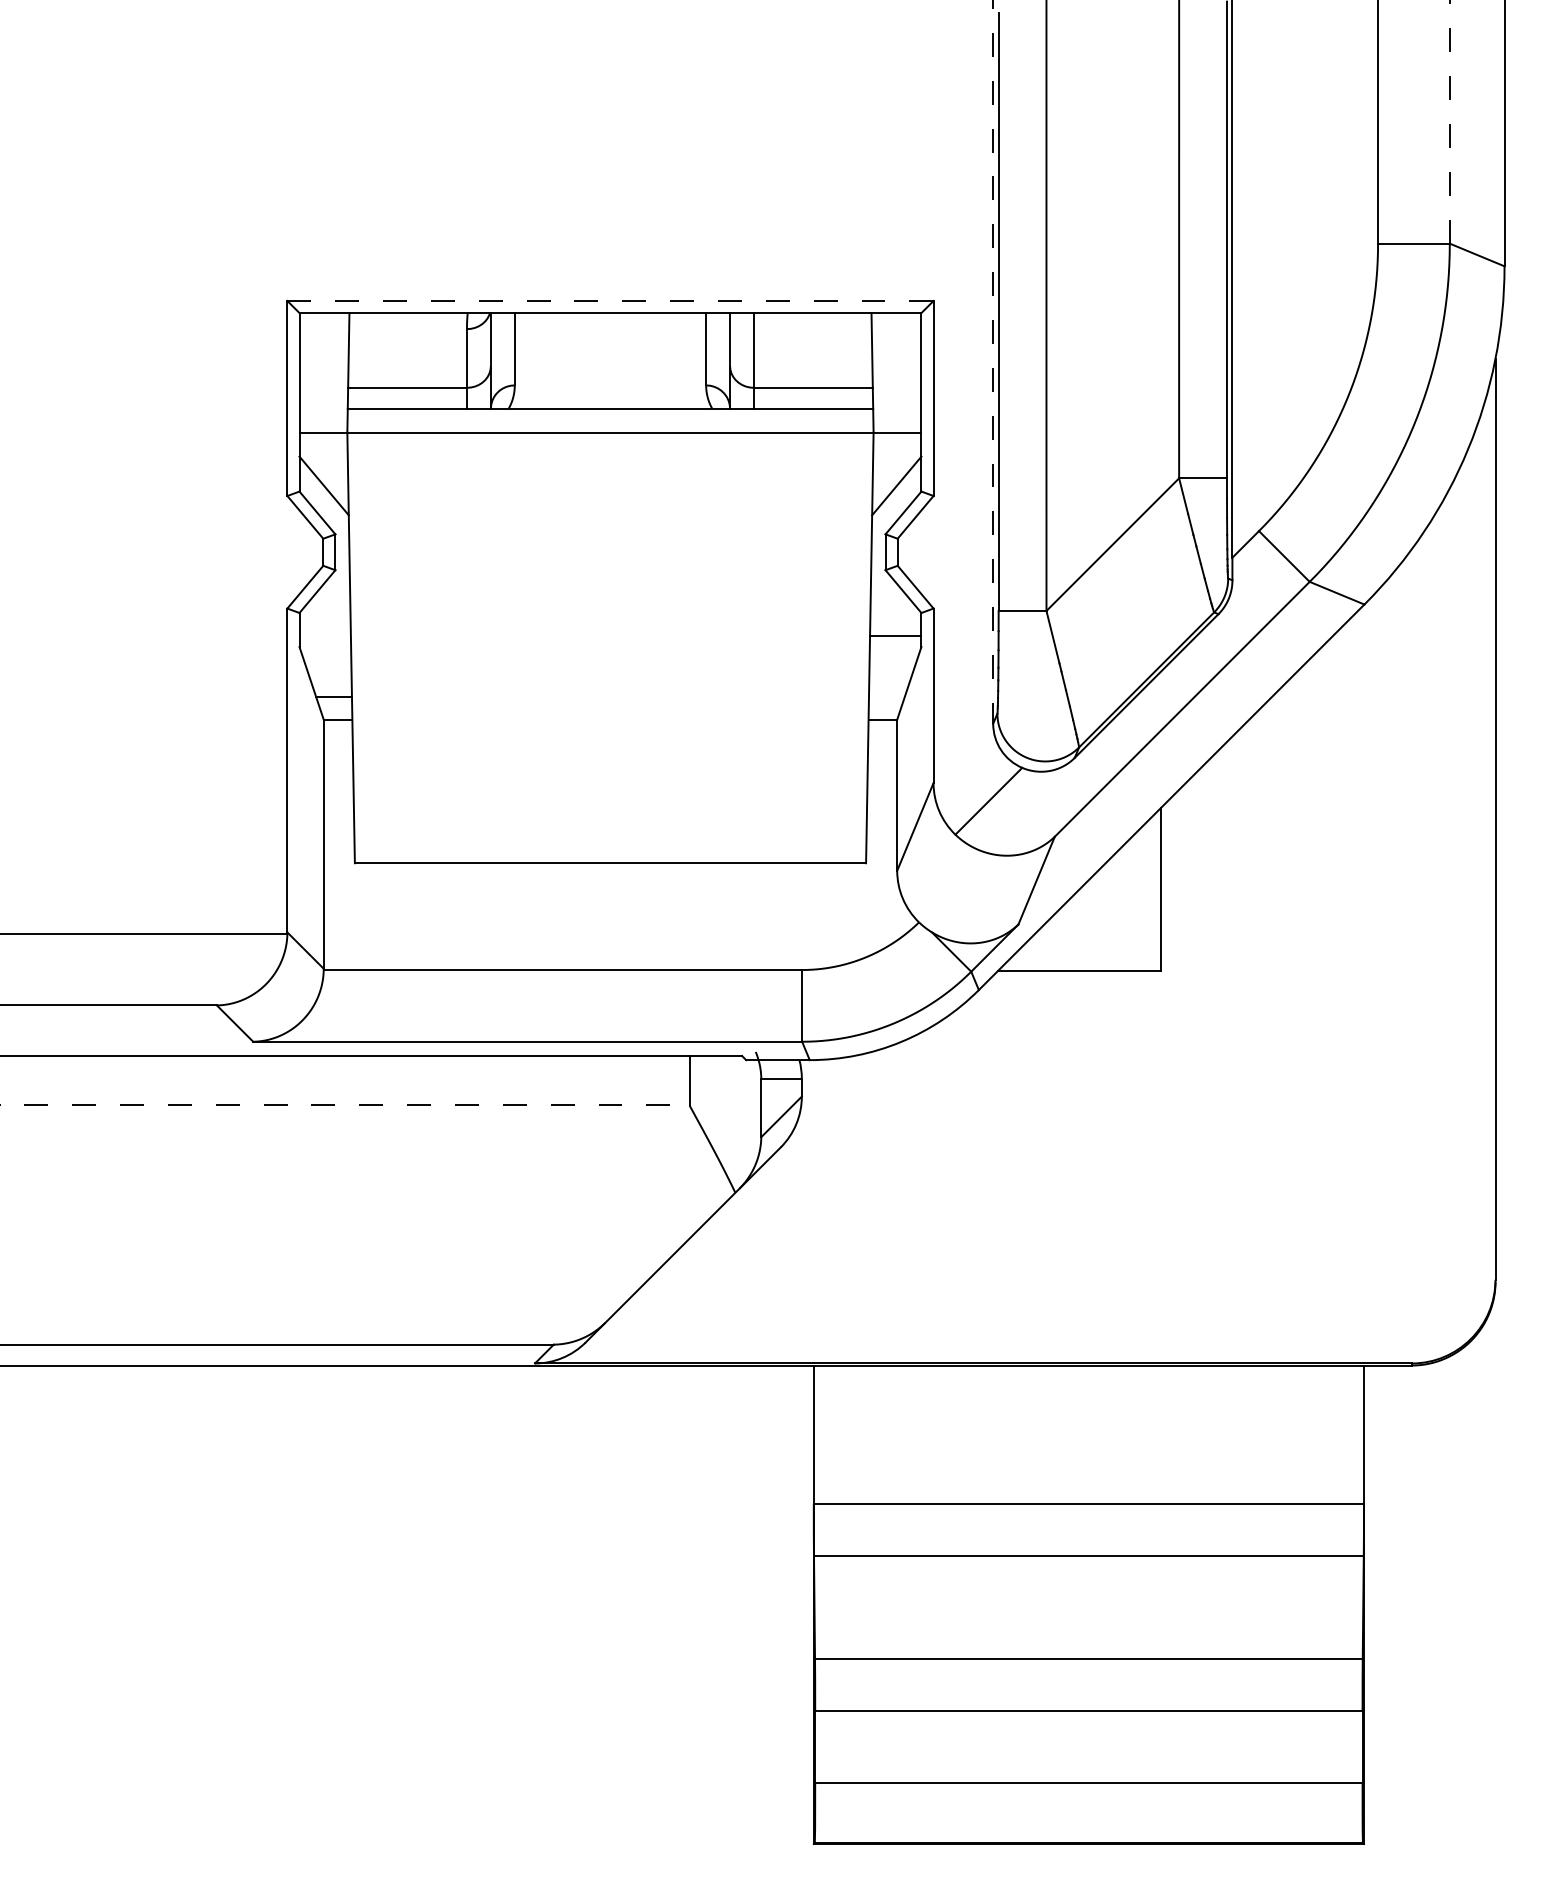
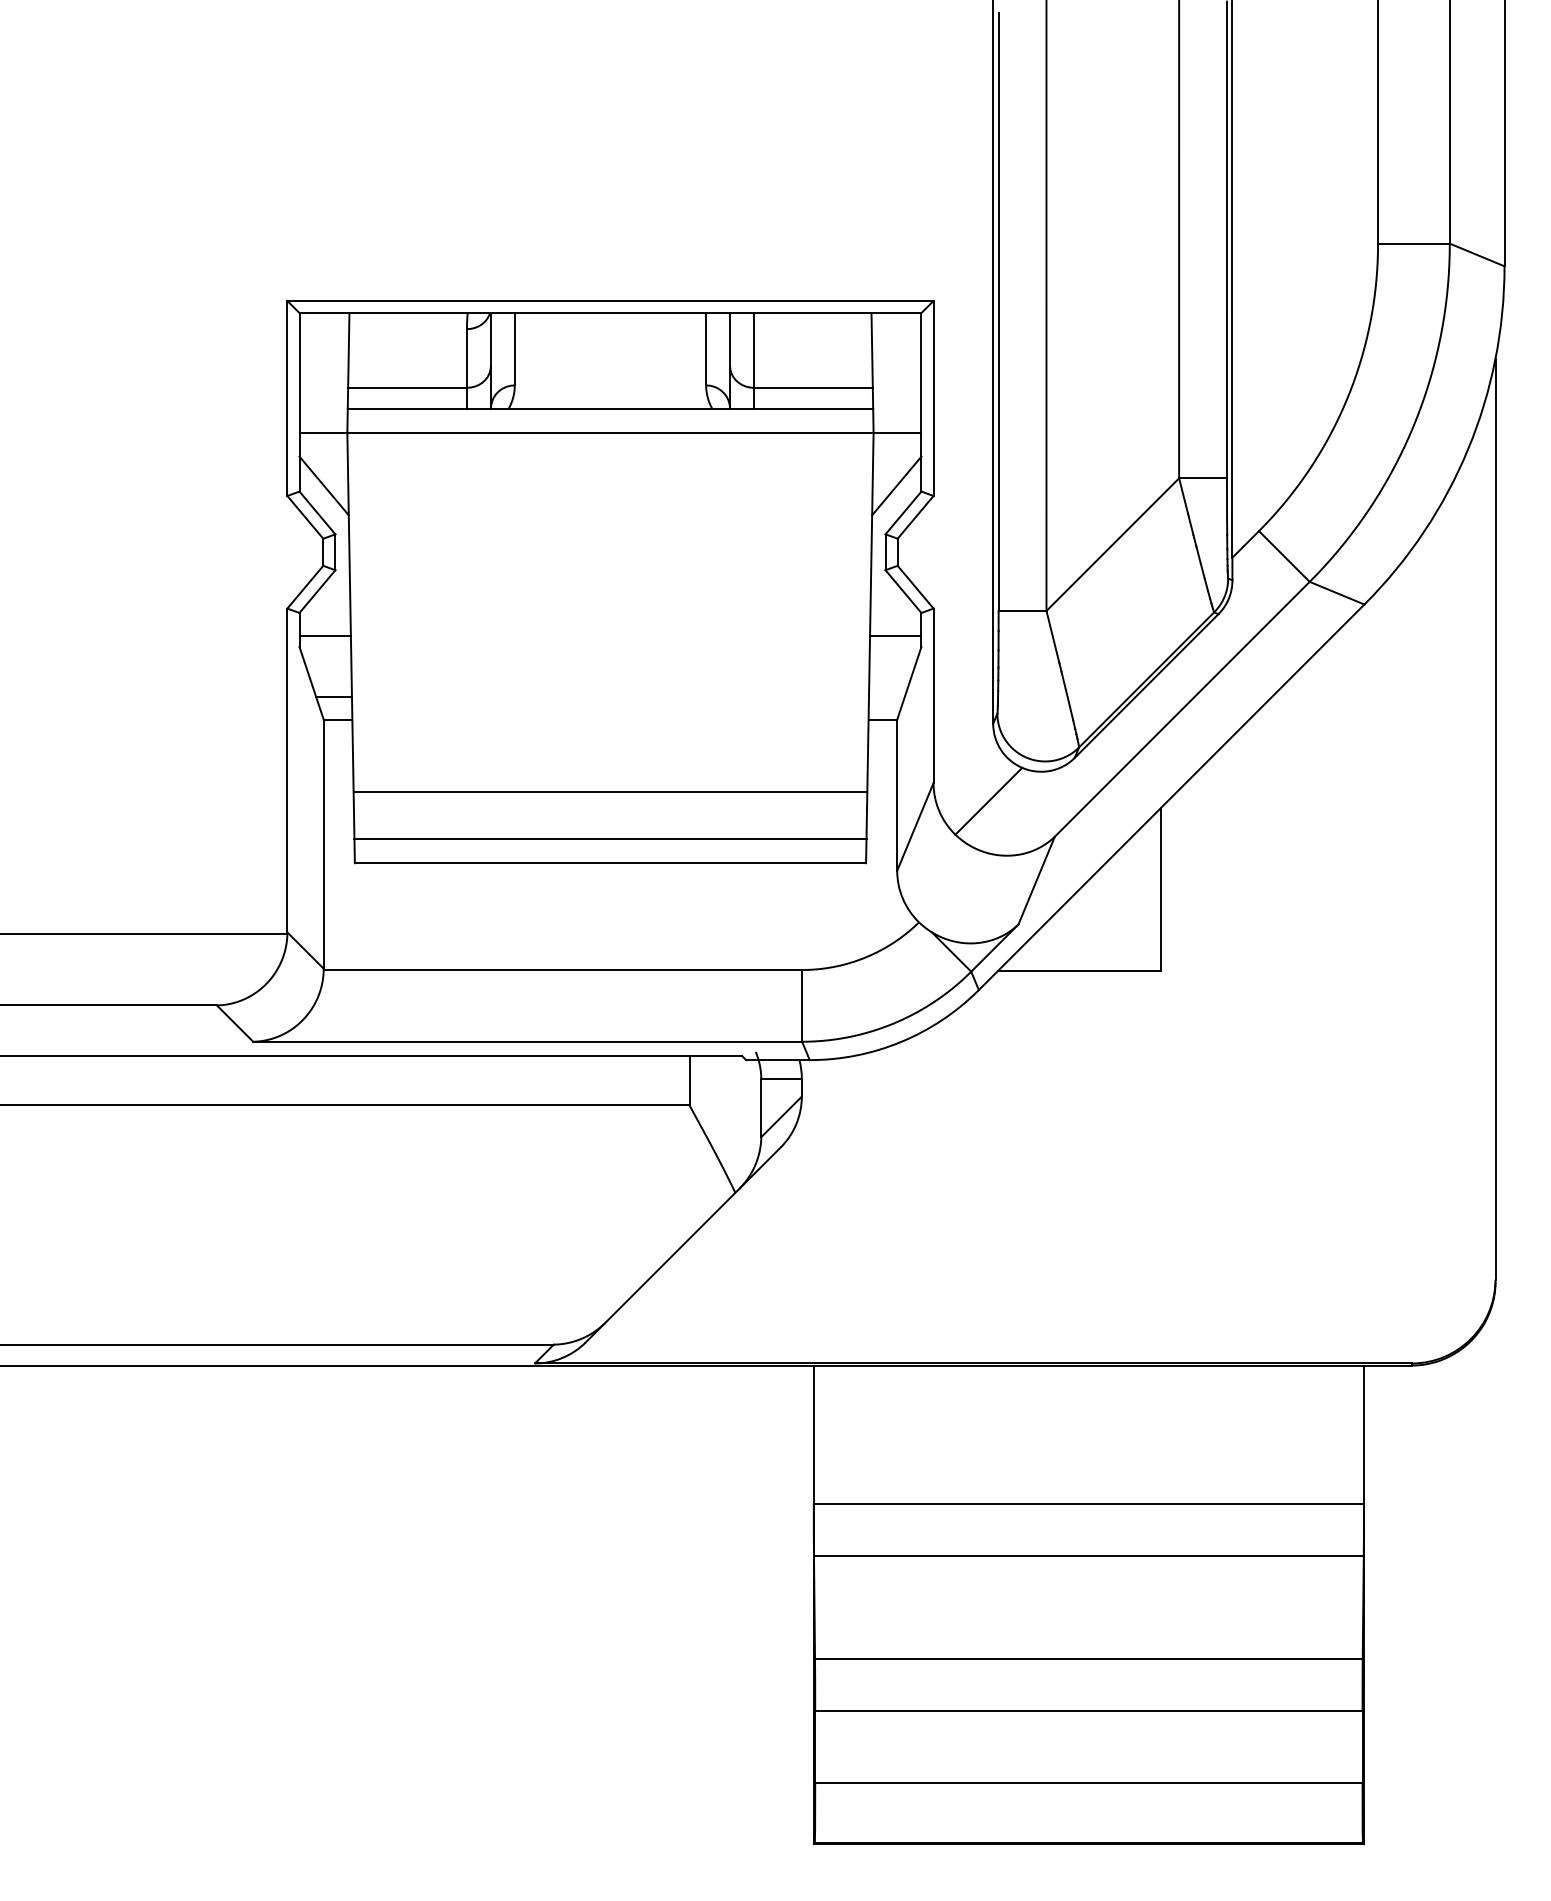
line at (1449, 121): dashed -> solid
line at (610, 300): dashed -> solid
line at (993, 362): dashed -> solid
line at (324, 636): none -> present
line at (610, 791): none -> present
line at (610, 839): none -> present
line at (345, 1105): dashed -> solid
